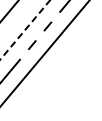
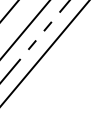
line at (25, 29): dashed -> solid
